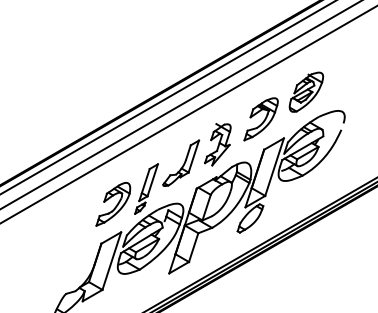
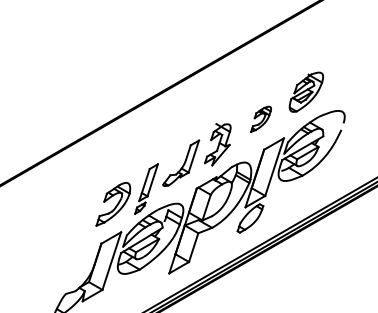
line at (167, 97): present -> none
line at (180, 105): present -> none
line at (188, 114): present -> none
part at (260, 119) size: 36x45 px -> 22x28 px
